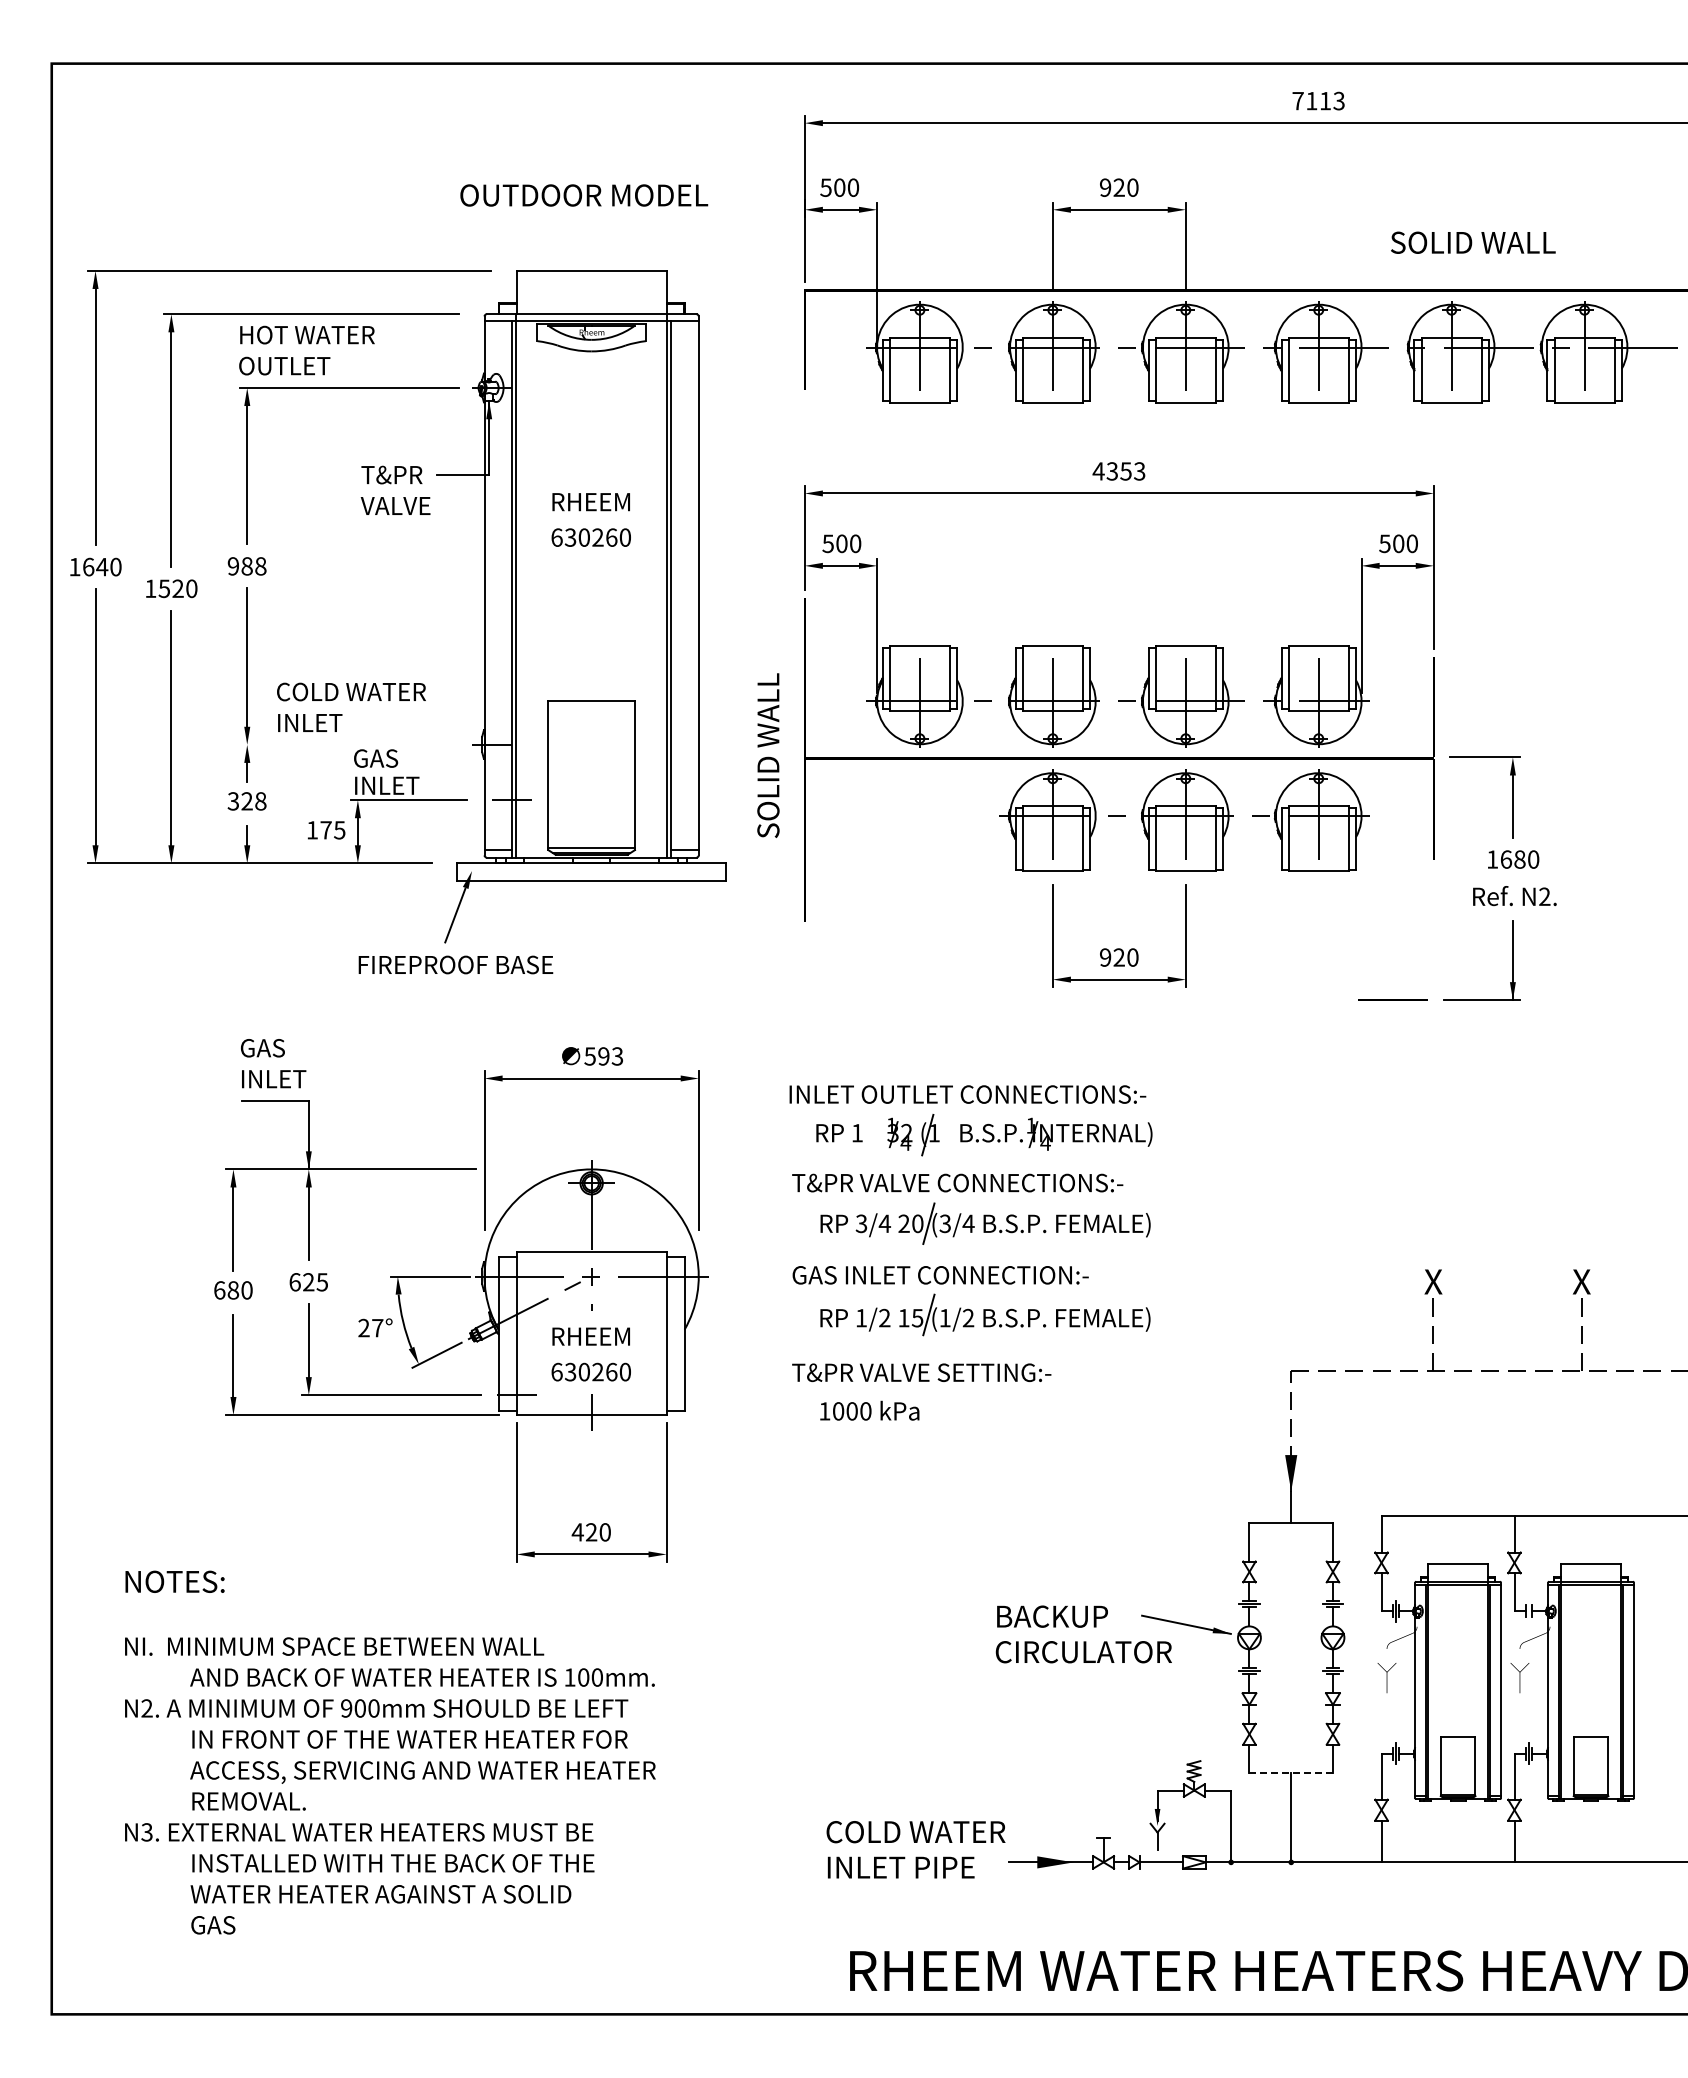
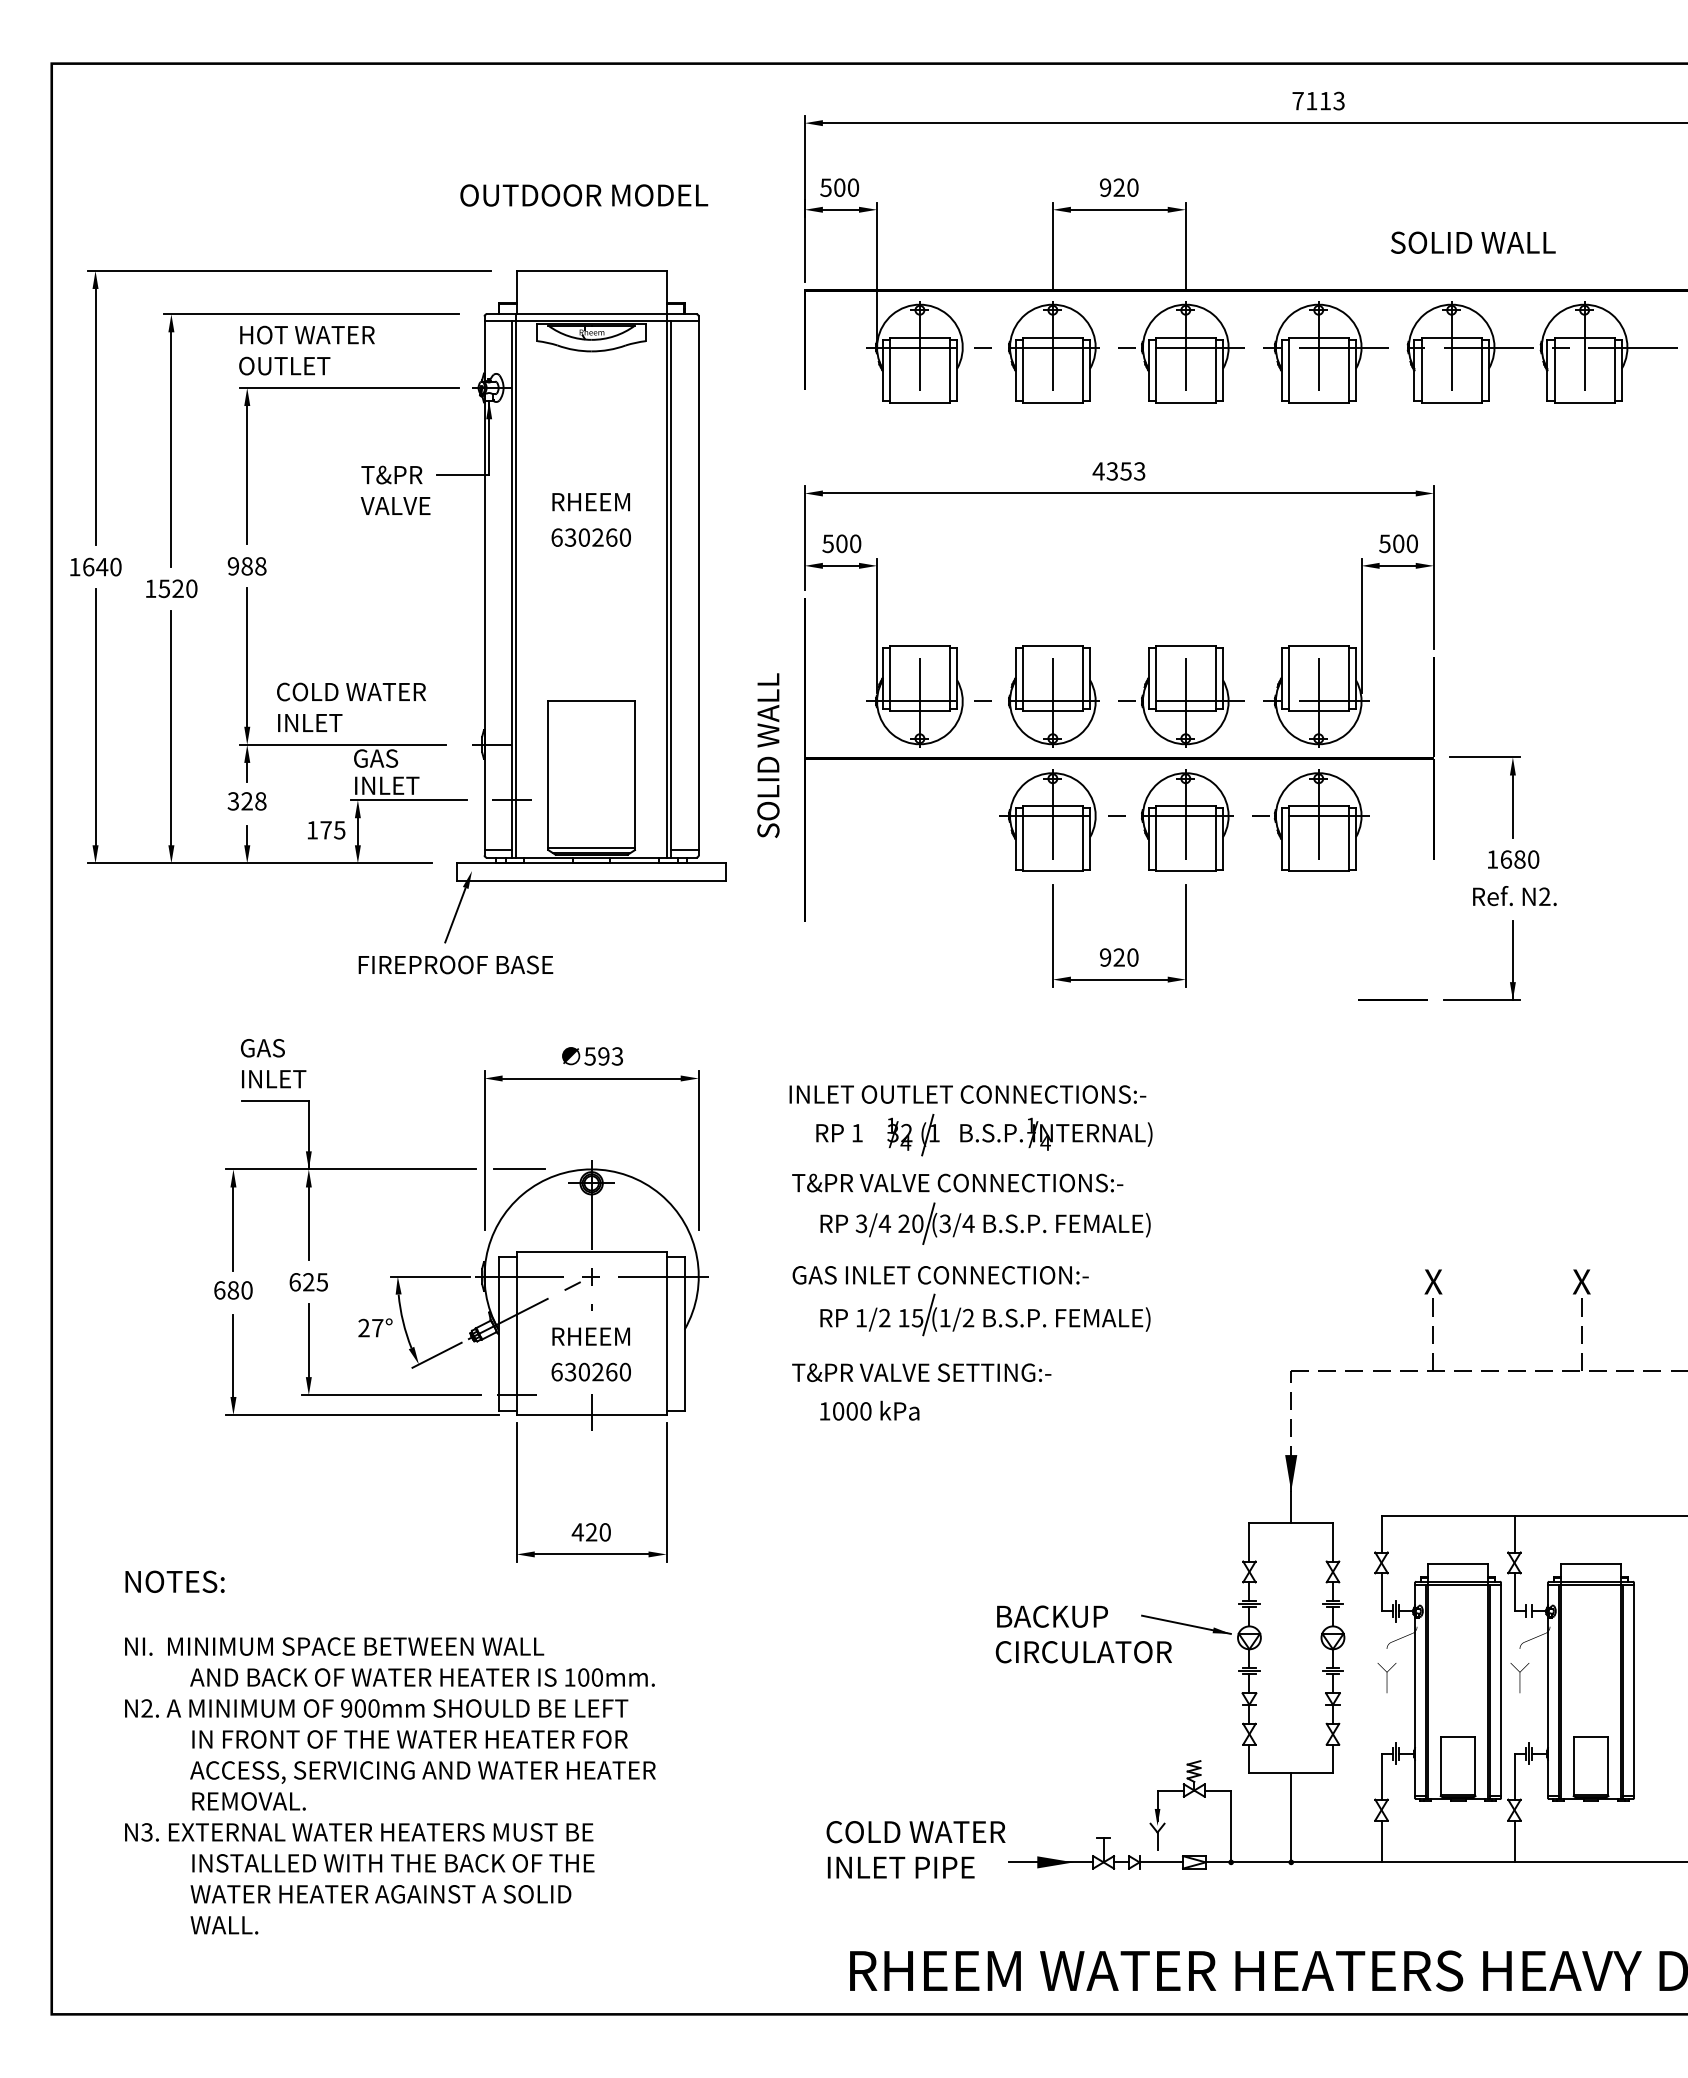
line at (343, 744): none -> present
line at (519, 1168): none -> present
line at (1291, 1772): dashed -> solid
text at (224, 1925): GAS -> WALL.
